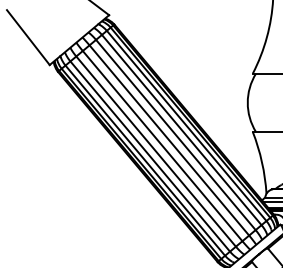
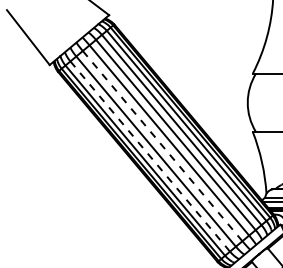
line at (162, 146): solid -> dashed
line at (150, 156): solid -> dashed
